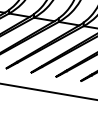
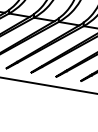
line at (48, 91) position: (48, 91) -> (48, 85)
